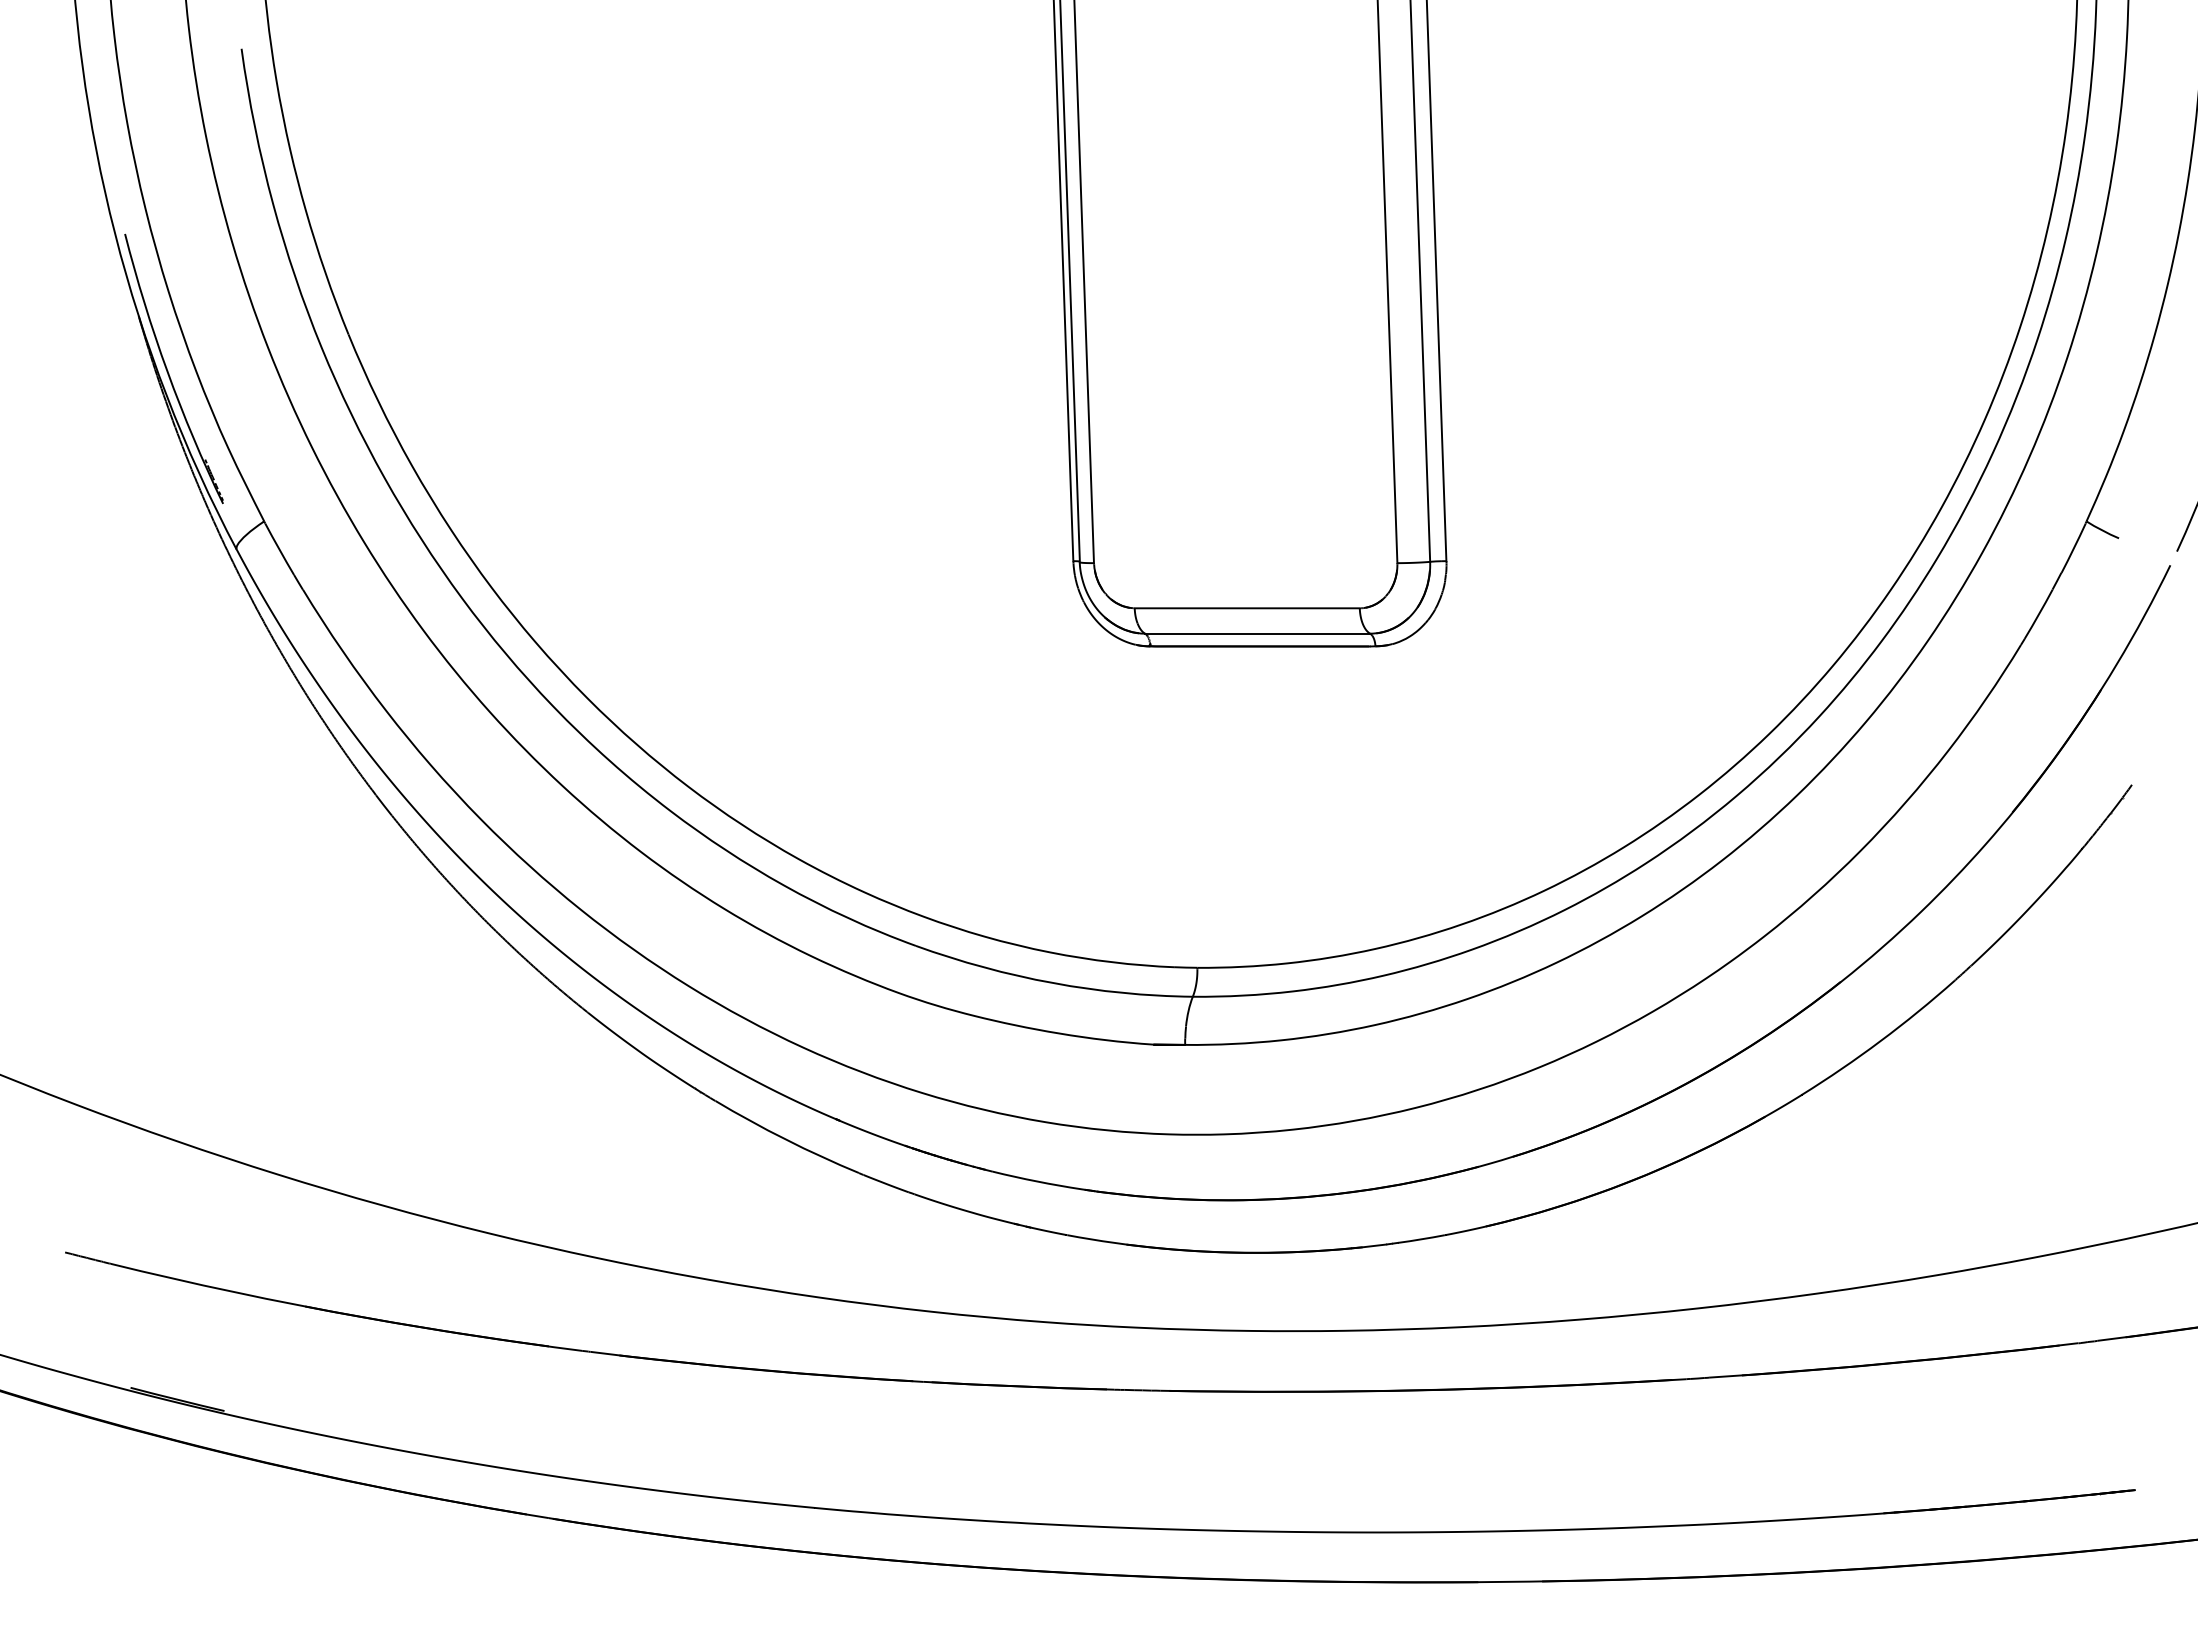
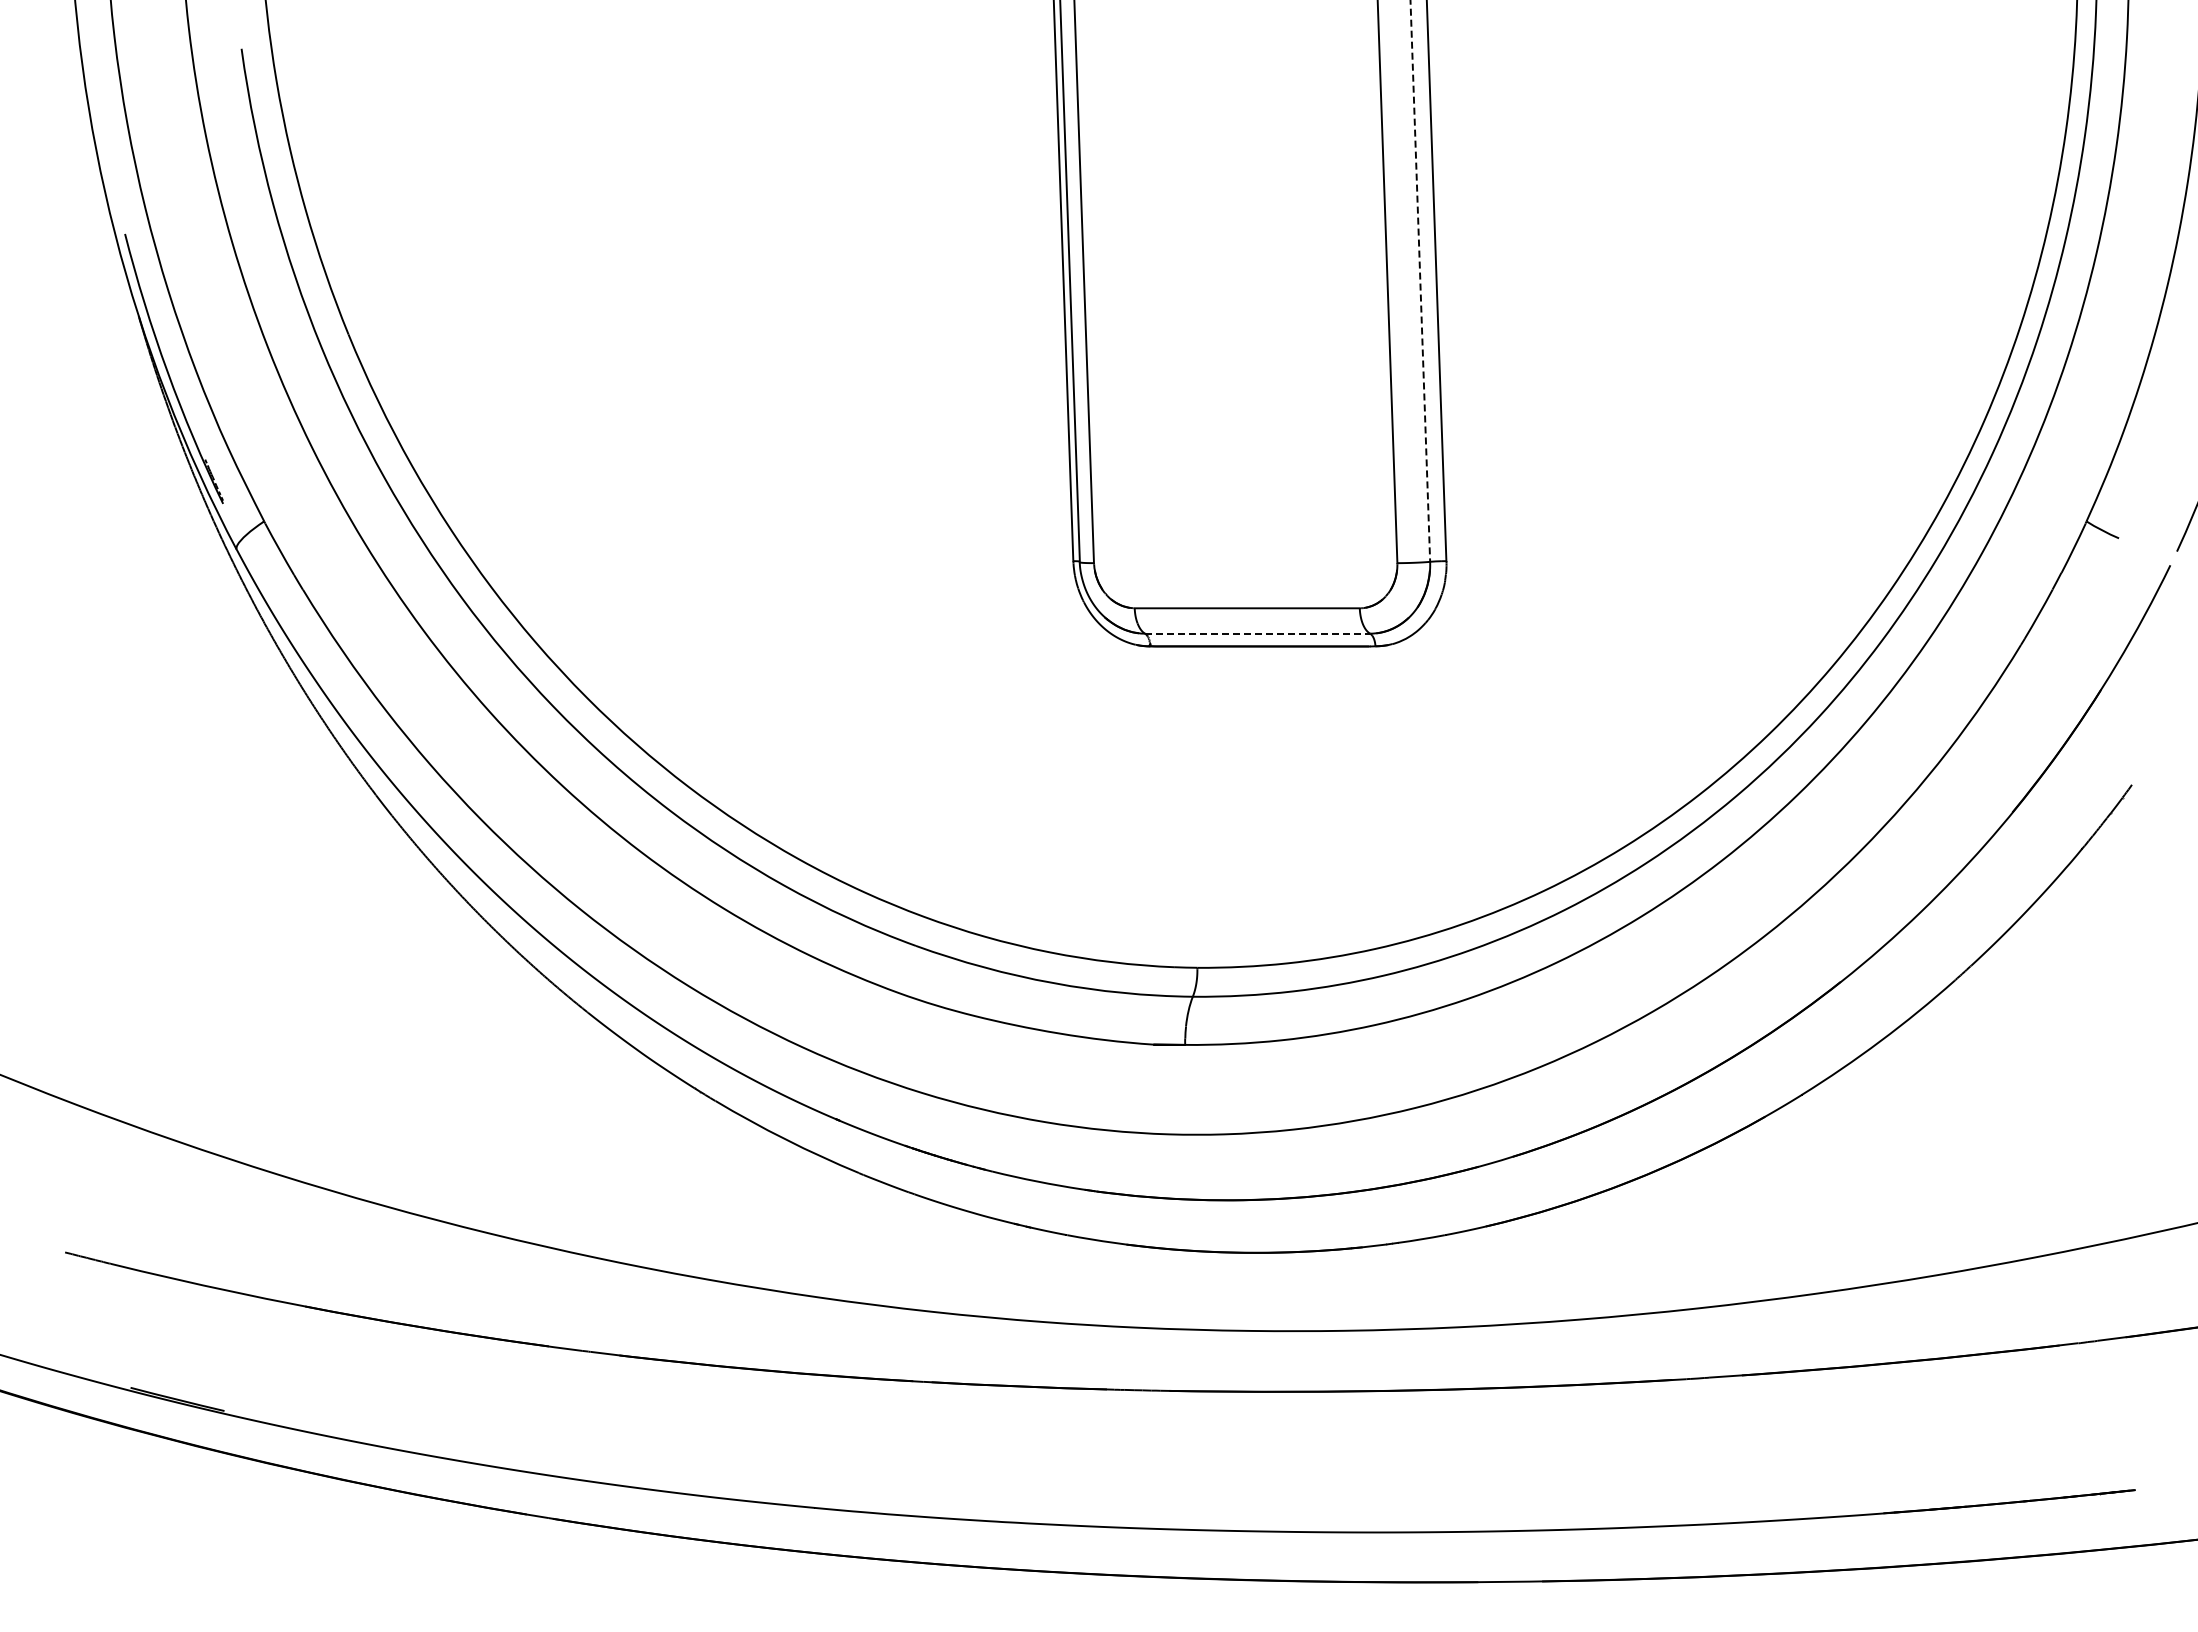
line at (1420, 281): solid -> dashed
line at (1257, 633): solid -> dashed
